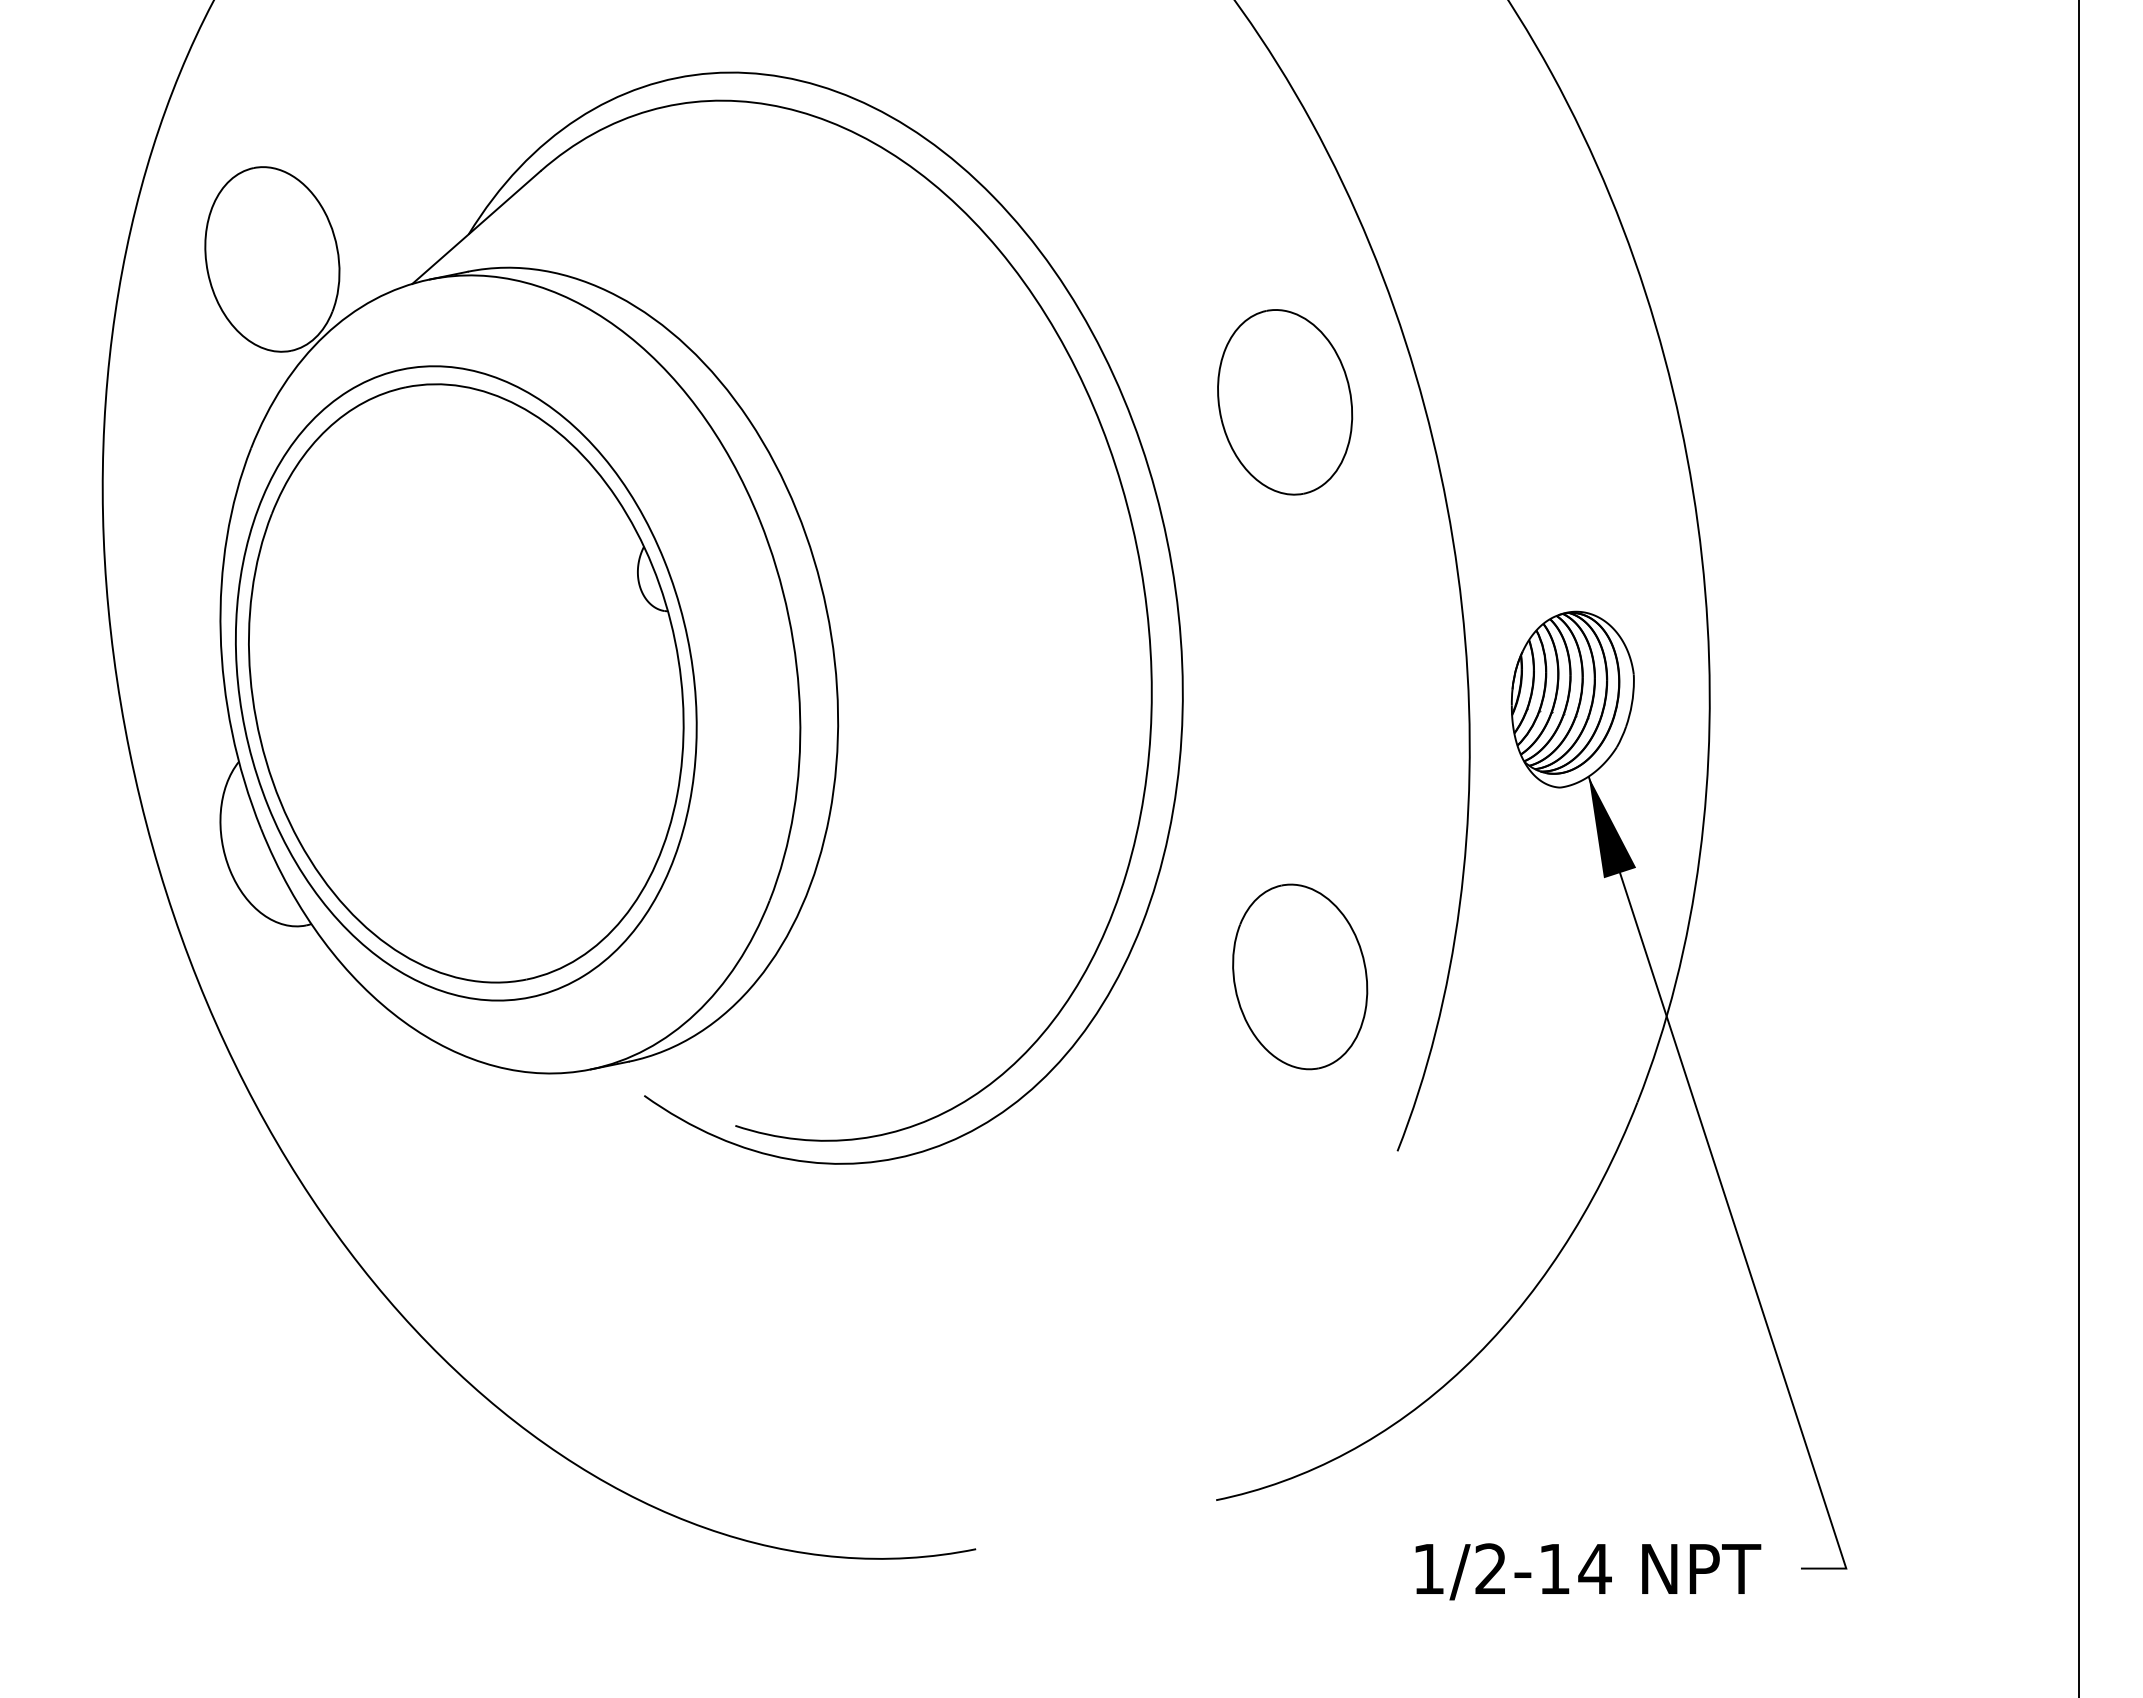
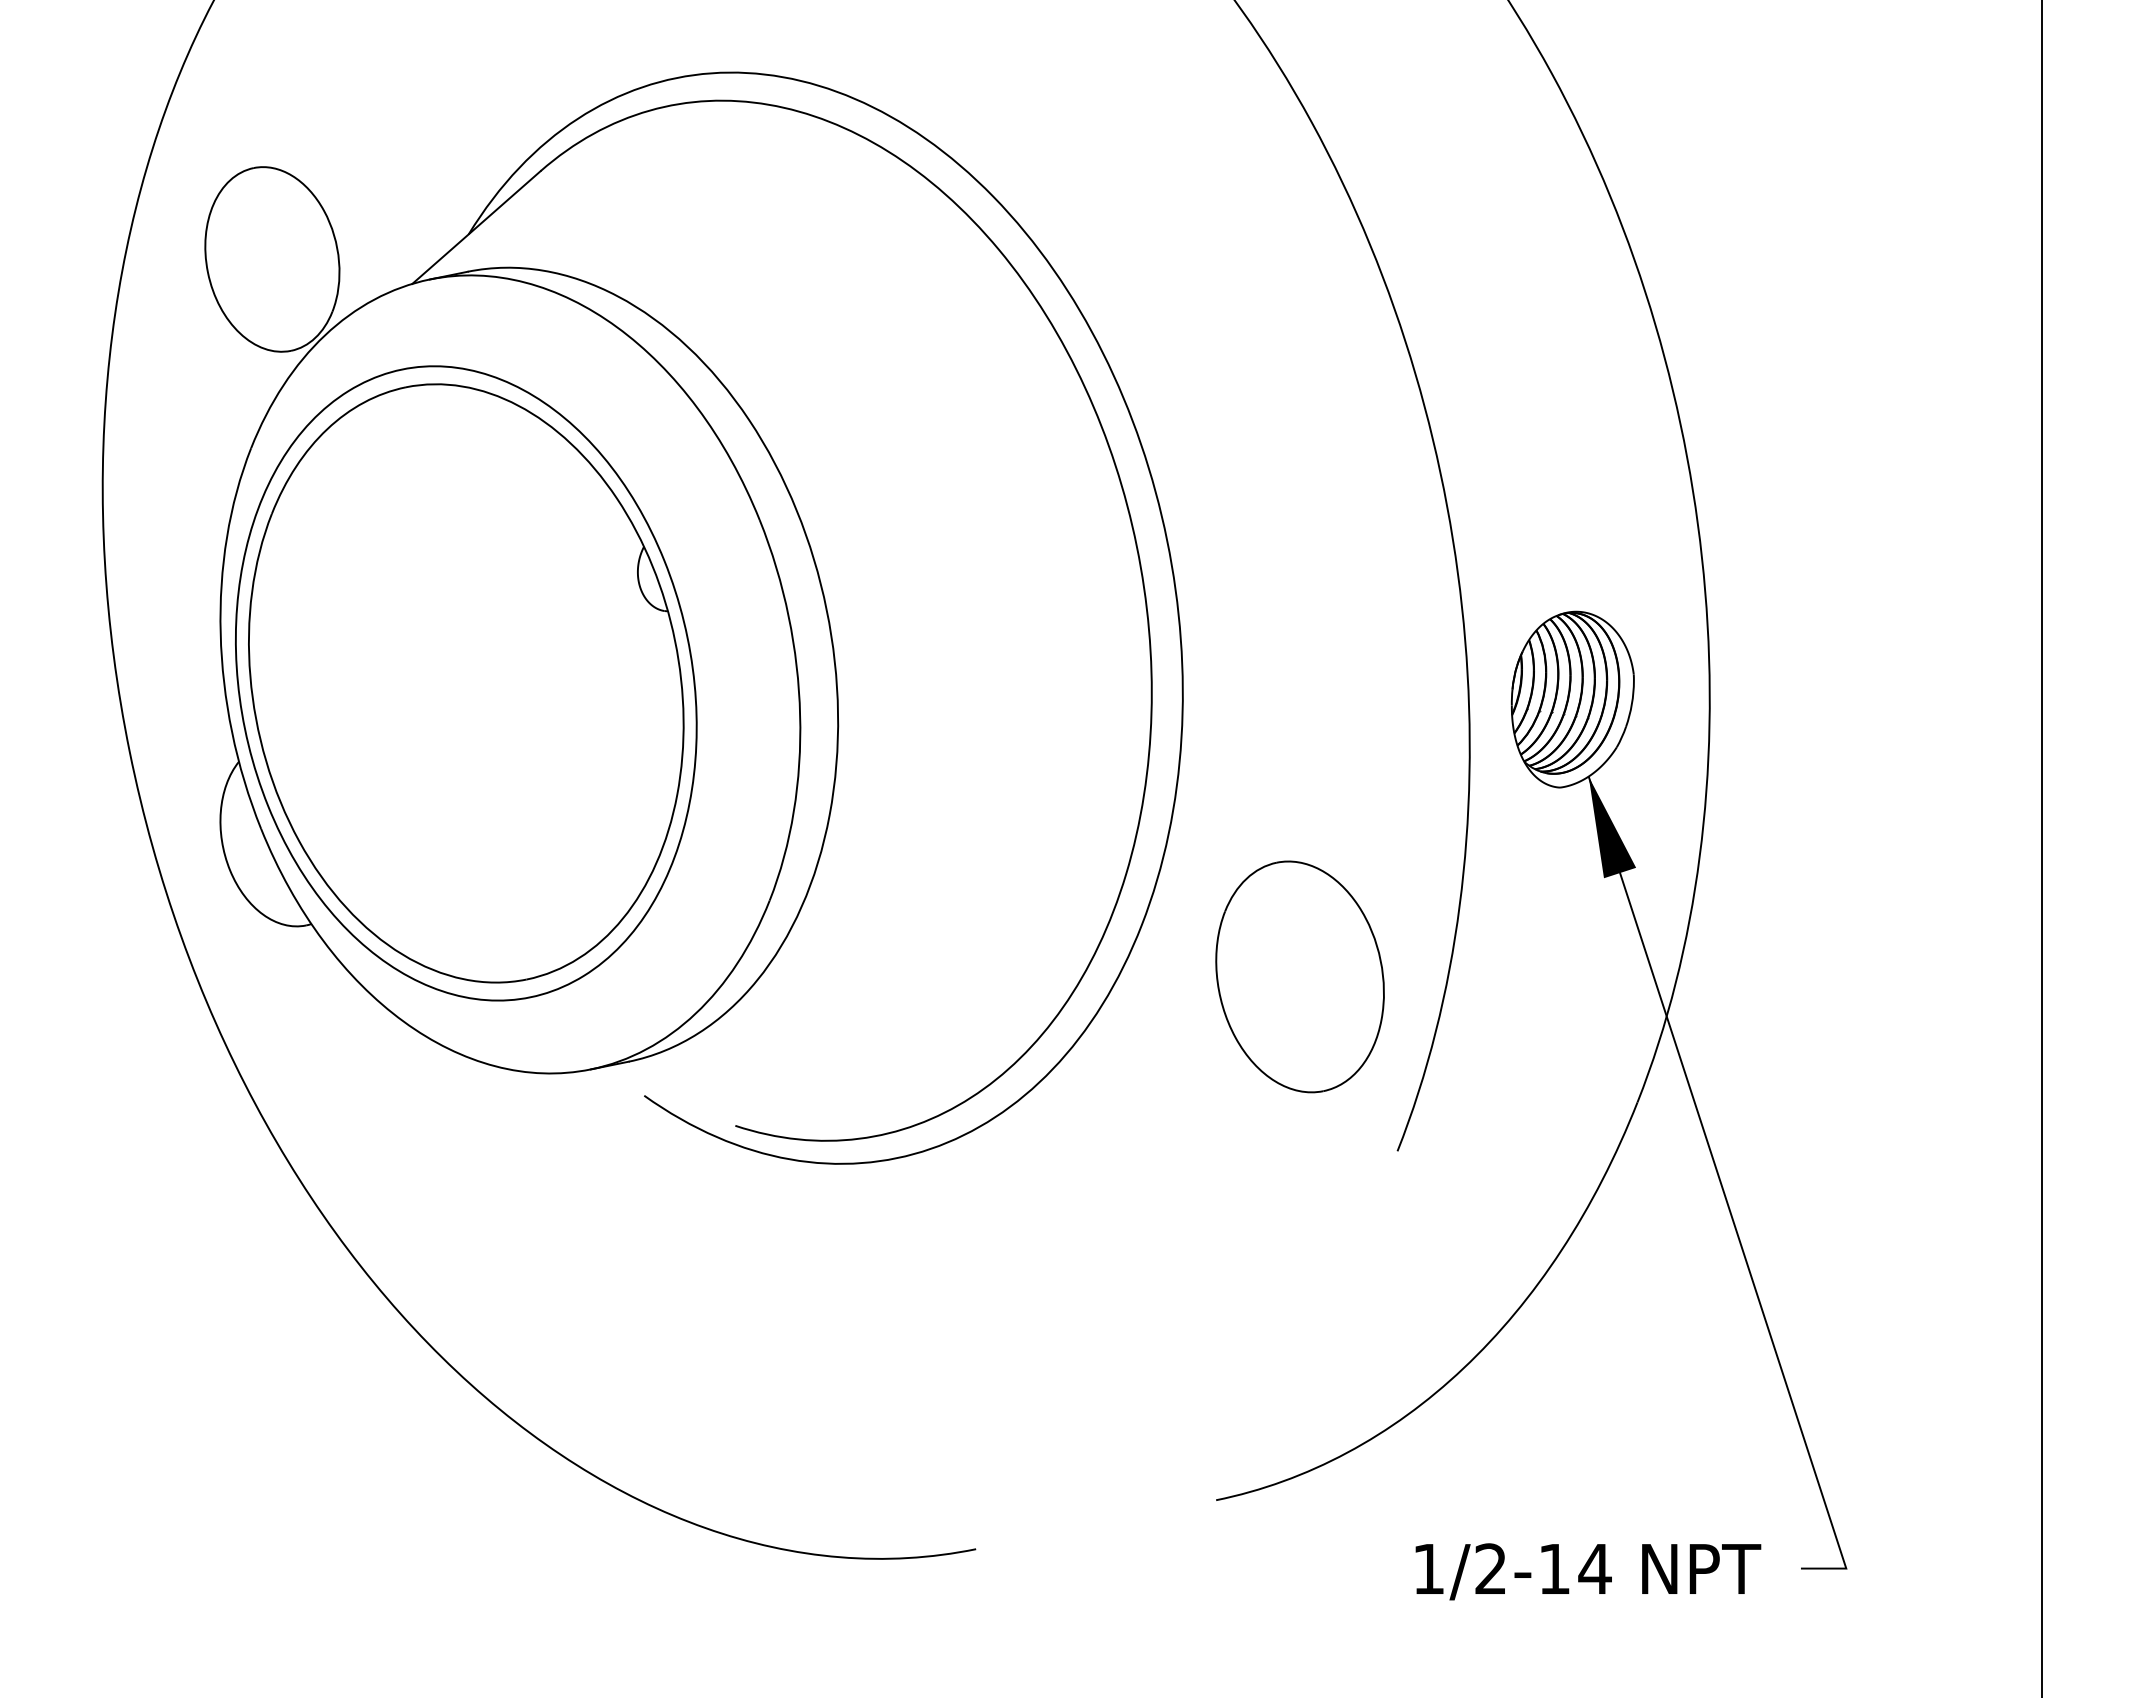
part at (1285, 402): present -> none
line at (2078, 848) position: (2078, 848) -> (2041, 848)
part at (1300, 976) size: 137x188 px -> 170x234 px
